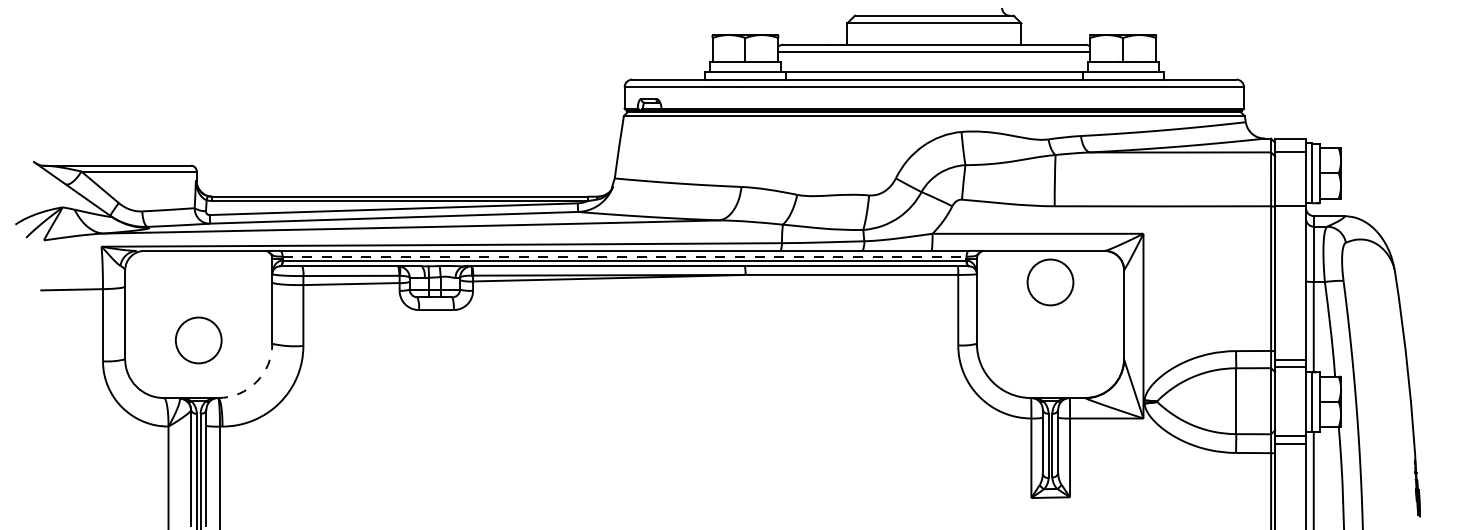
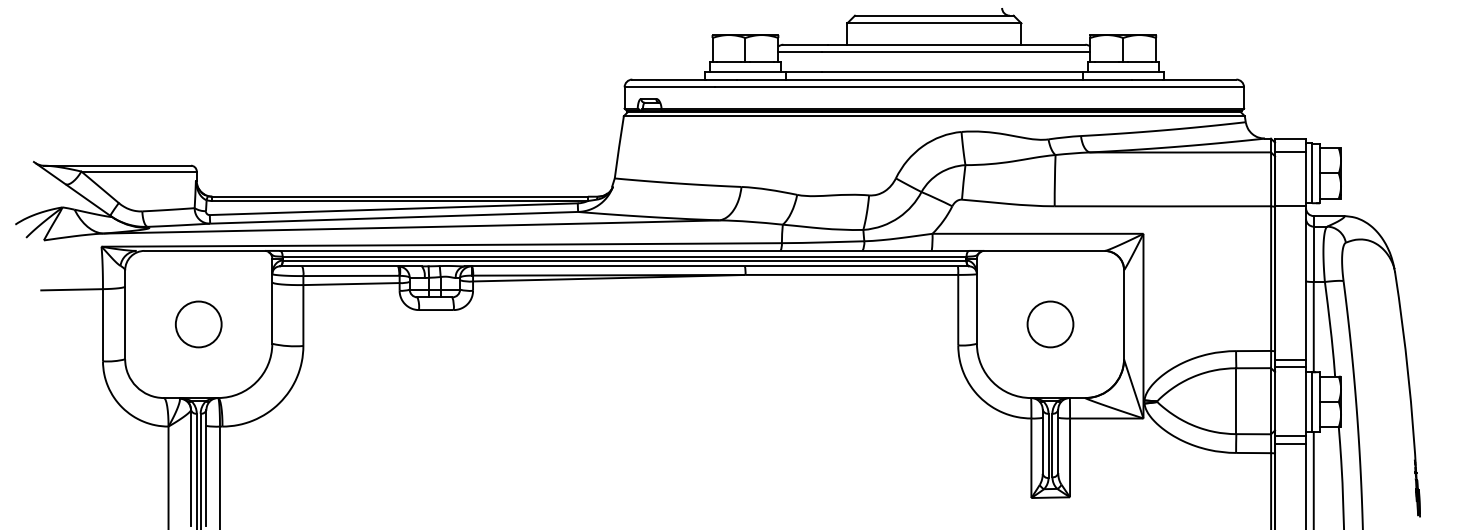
line at (624, 256): dashed -> solid
circle at (1050, 282) position: (1050, 282) -> (1050, 324)
circle at (198, 340) position: (198, 340) -> (198, 324)
arc at (256, 382): dashed -> solid
